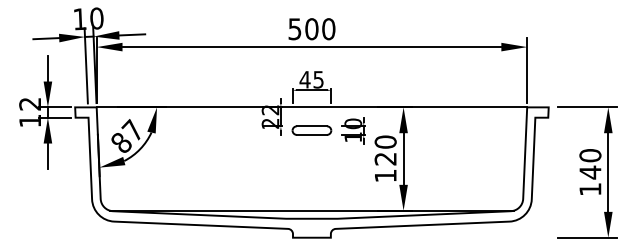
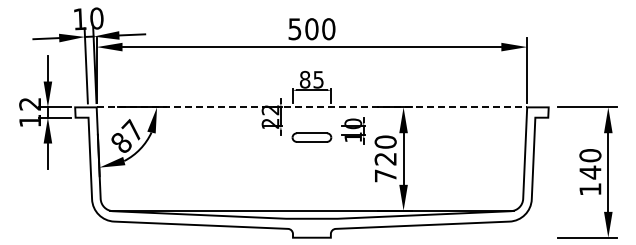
text at (304, 79): 45 -> 85
line at (312, 107): solid -> dashed
part at (311, 130) position: (311, 130) -> (311, 137)
text at (385, 175): 120 -> 720
